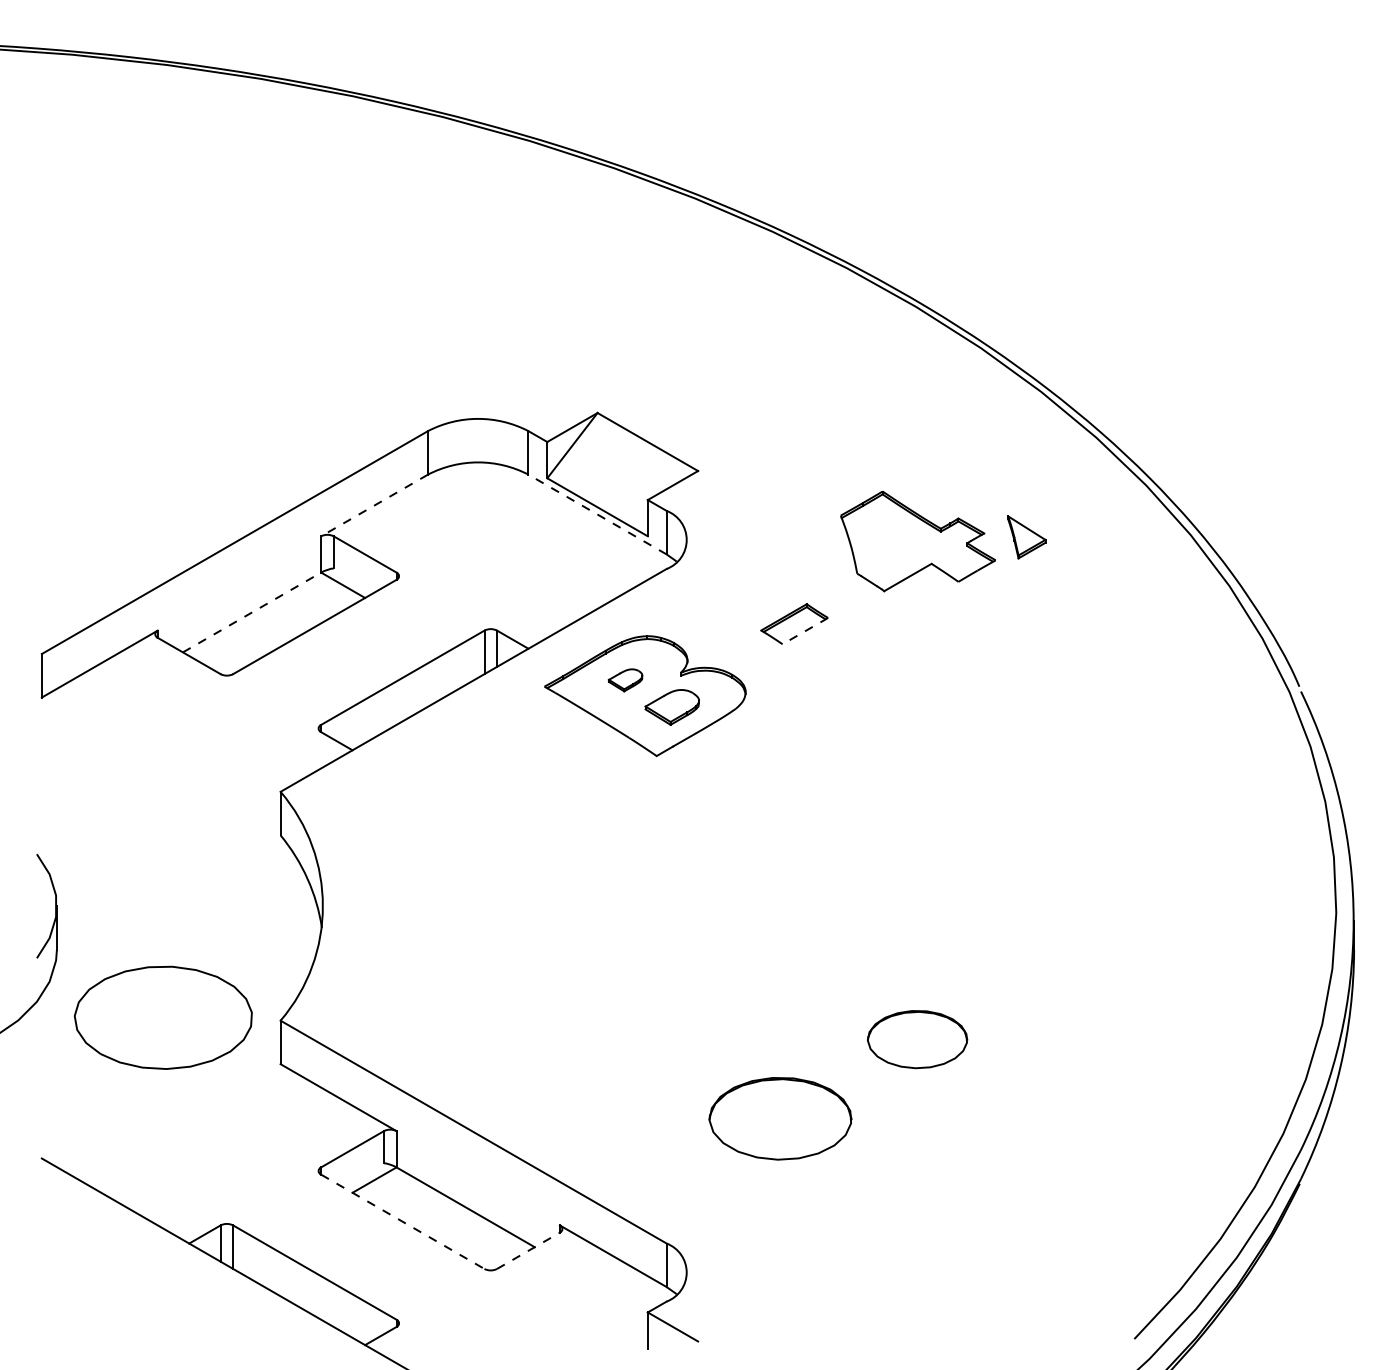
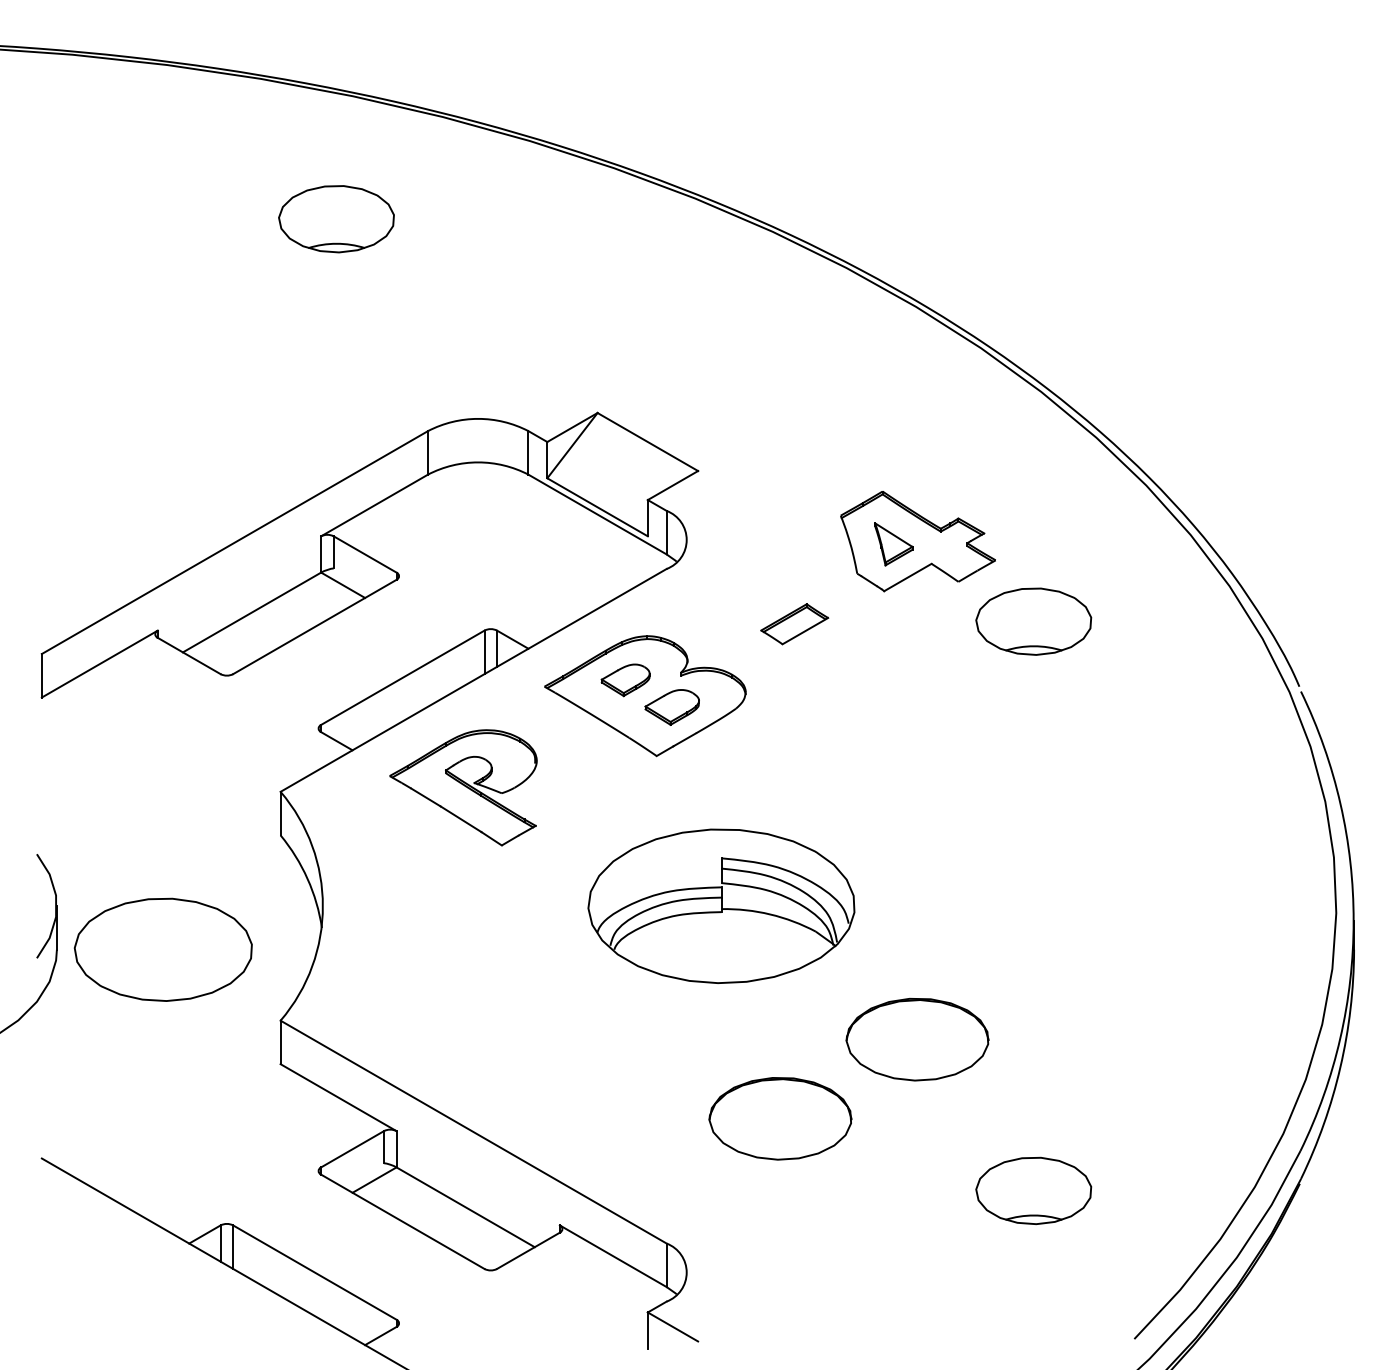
part at (336, 219): none -> present
line at (374, 505): dashed -> solid
line at (597, 514): dashed -> solid
part at (1026, 537) position: (1026, 537) -> (893, 544)
line at (252, 612): dashed -> solid
part at (1033, 621): none -> present
line at (804, 631): dashed -> solid
part at (625, 680) size: 37x25 px -> 51x35 px
part at (463, 787): none -> present
part at (721, 905): none -> present
part at (162, 1017) position: (162, 1017) -> (162, 949)
part at (917, 1039) size: 103x60 px -> 145x85 px
part at (1033, 1190): none -> present
line at (403, 1222): dashed -> solid
line at (528, 1250): dashed -> solid
